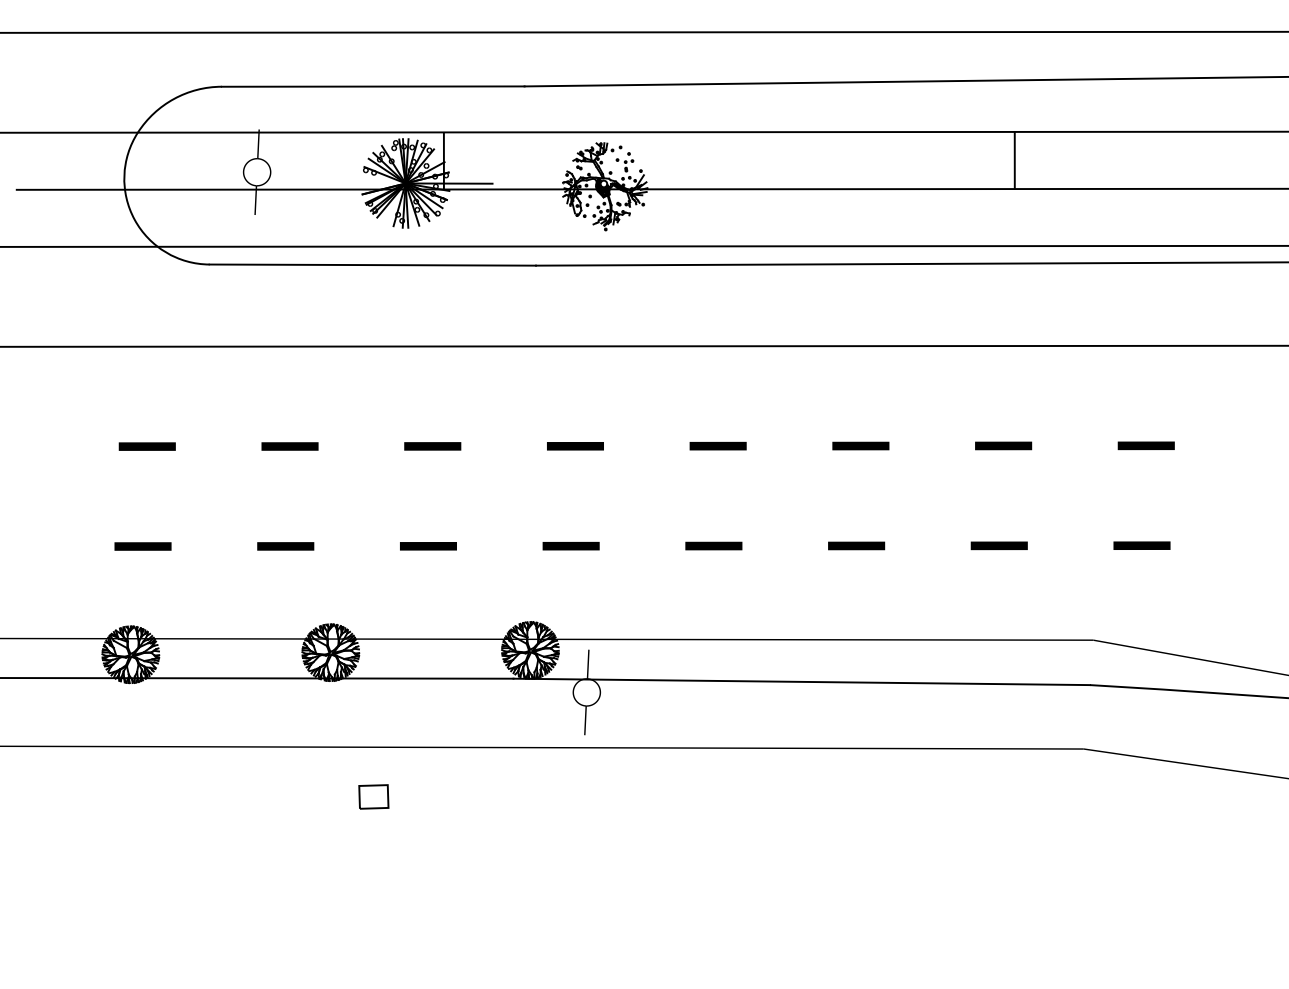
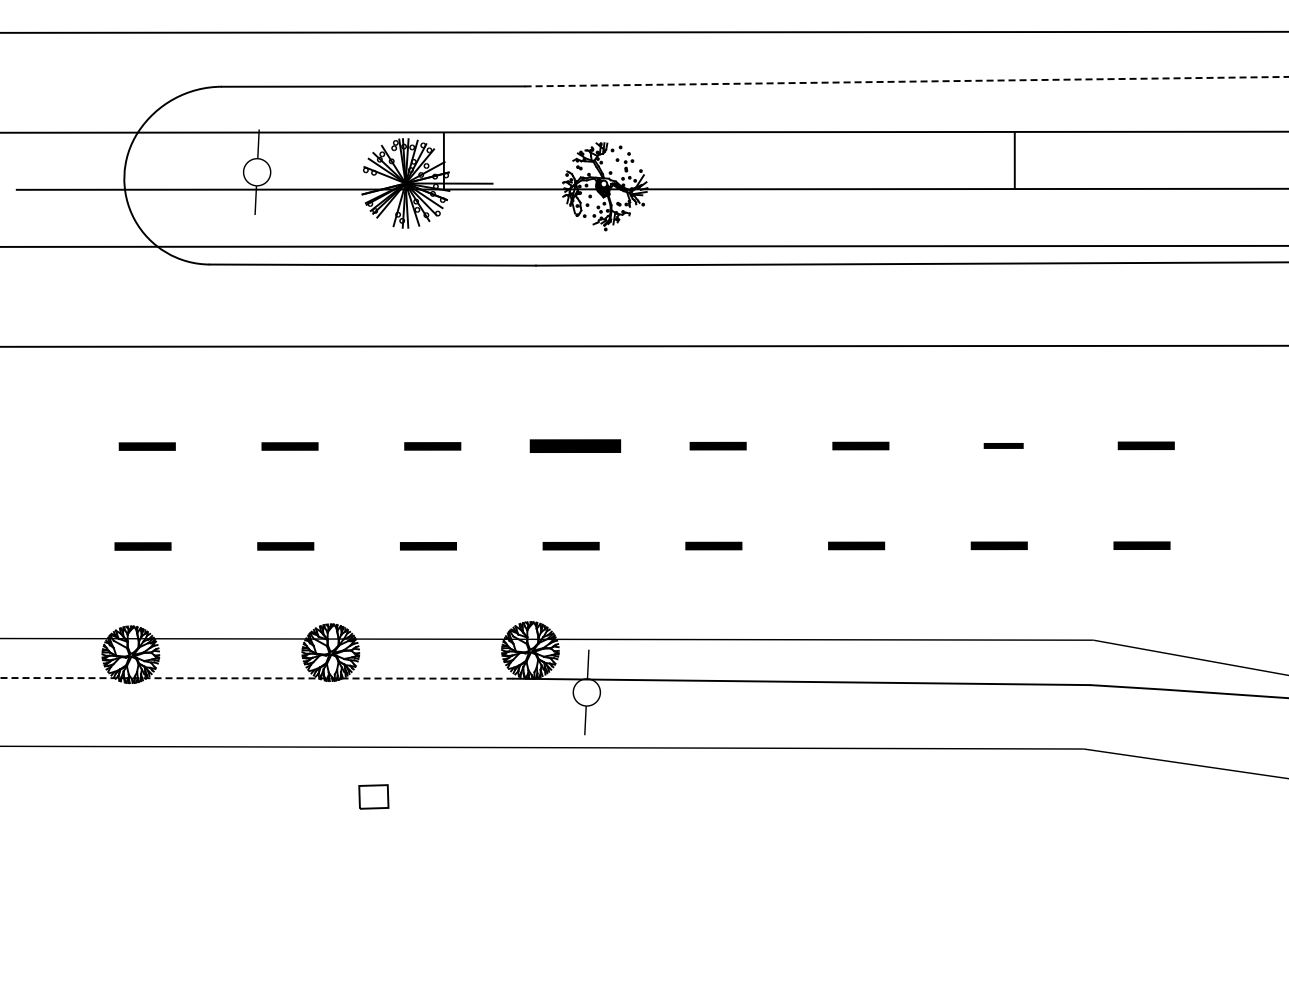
line at (907, 81): solid -> dashed
part at (1003, 445) size: 58x10 px -> 41x6 px
part at (575, 446) size: 57x9 px -> 93x14 px
line at (256, 678): solid -> dashed
